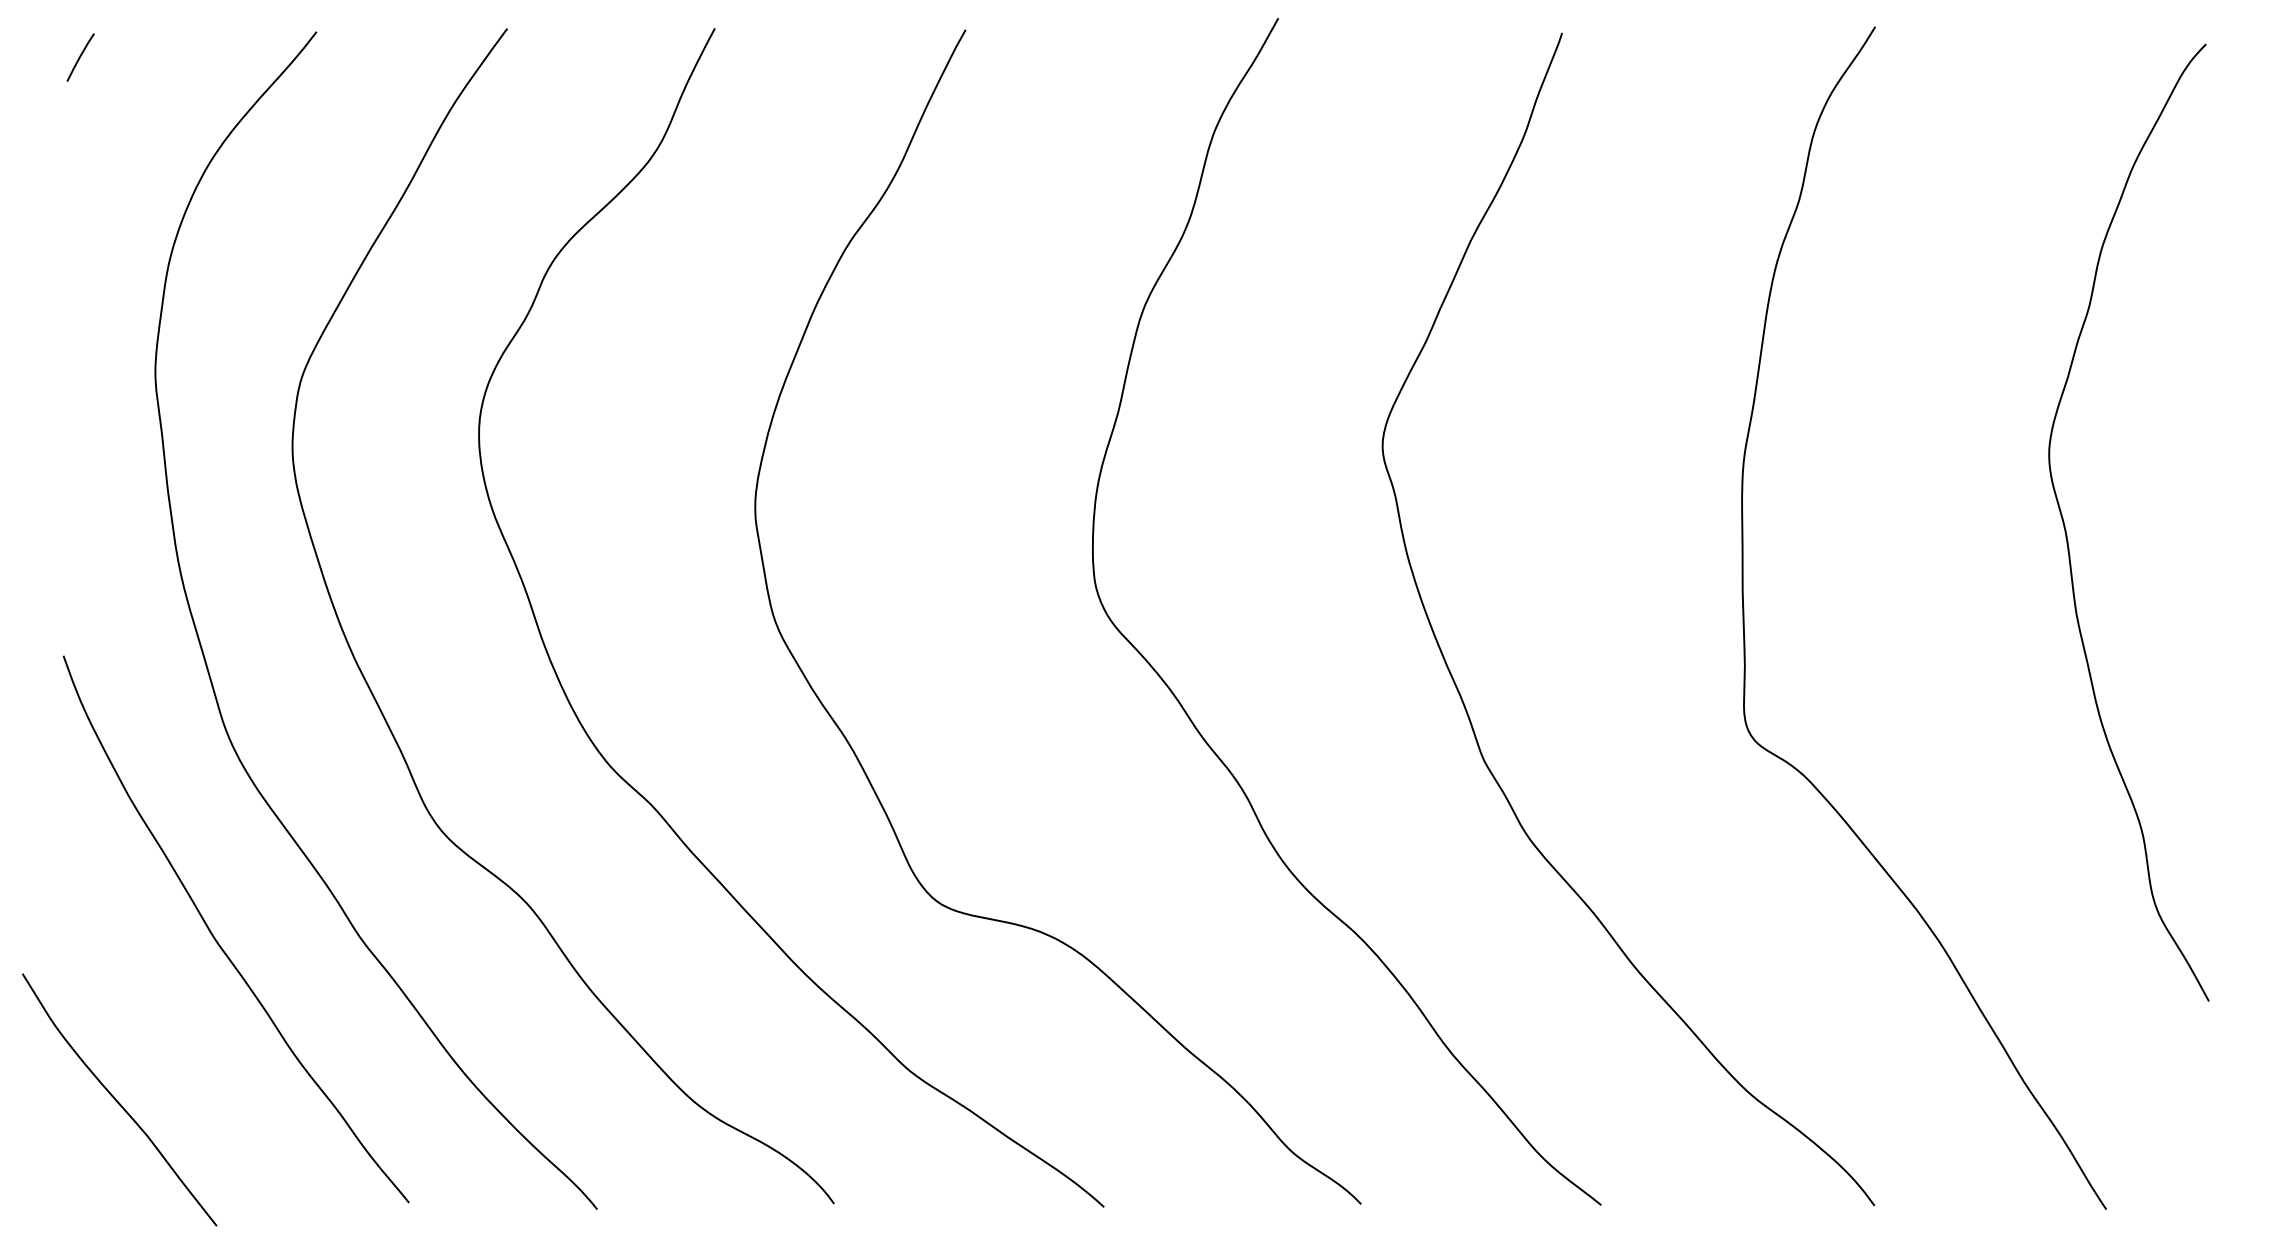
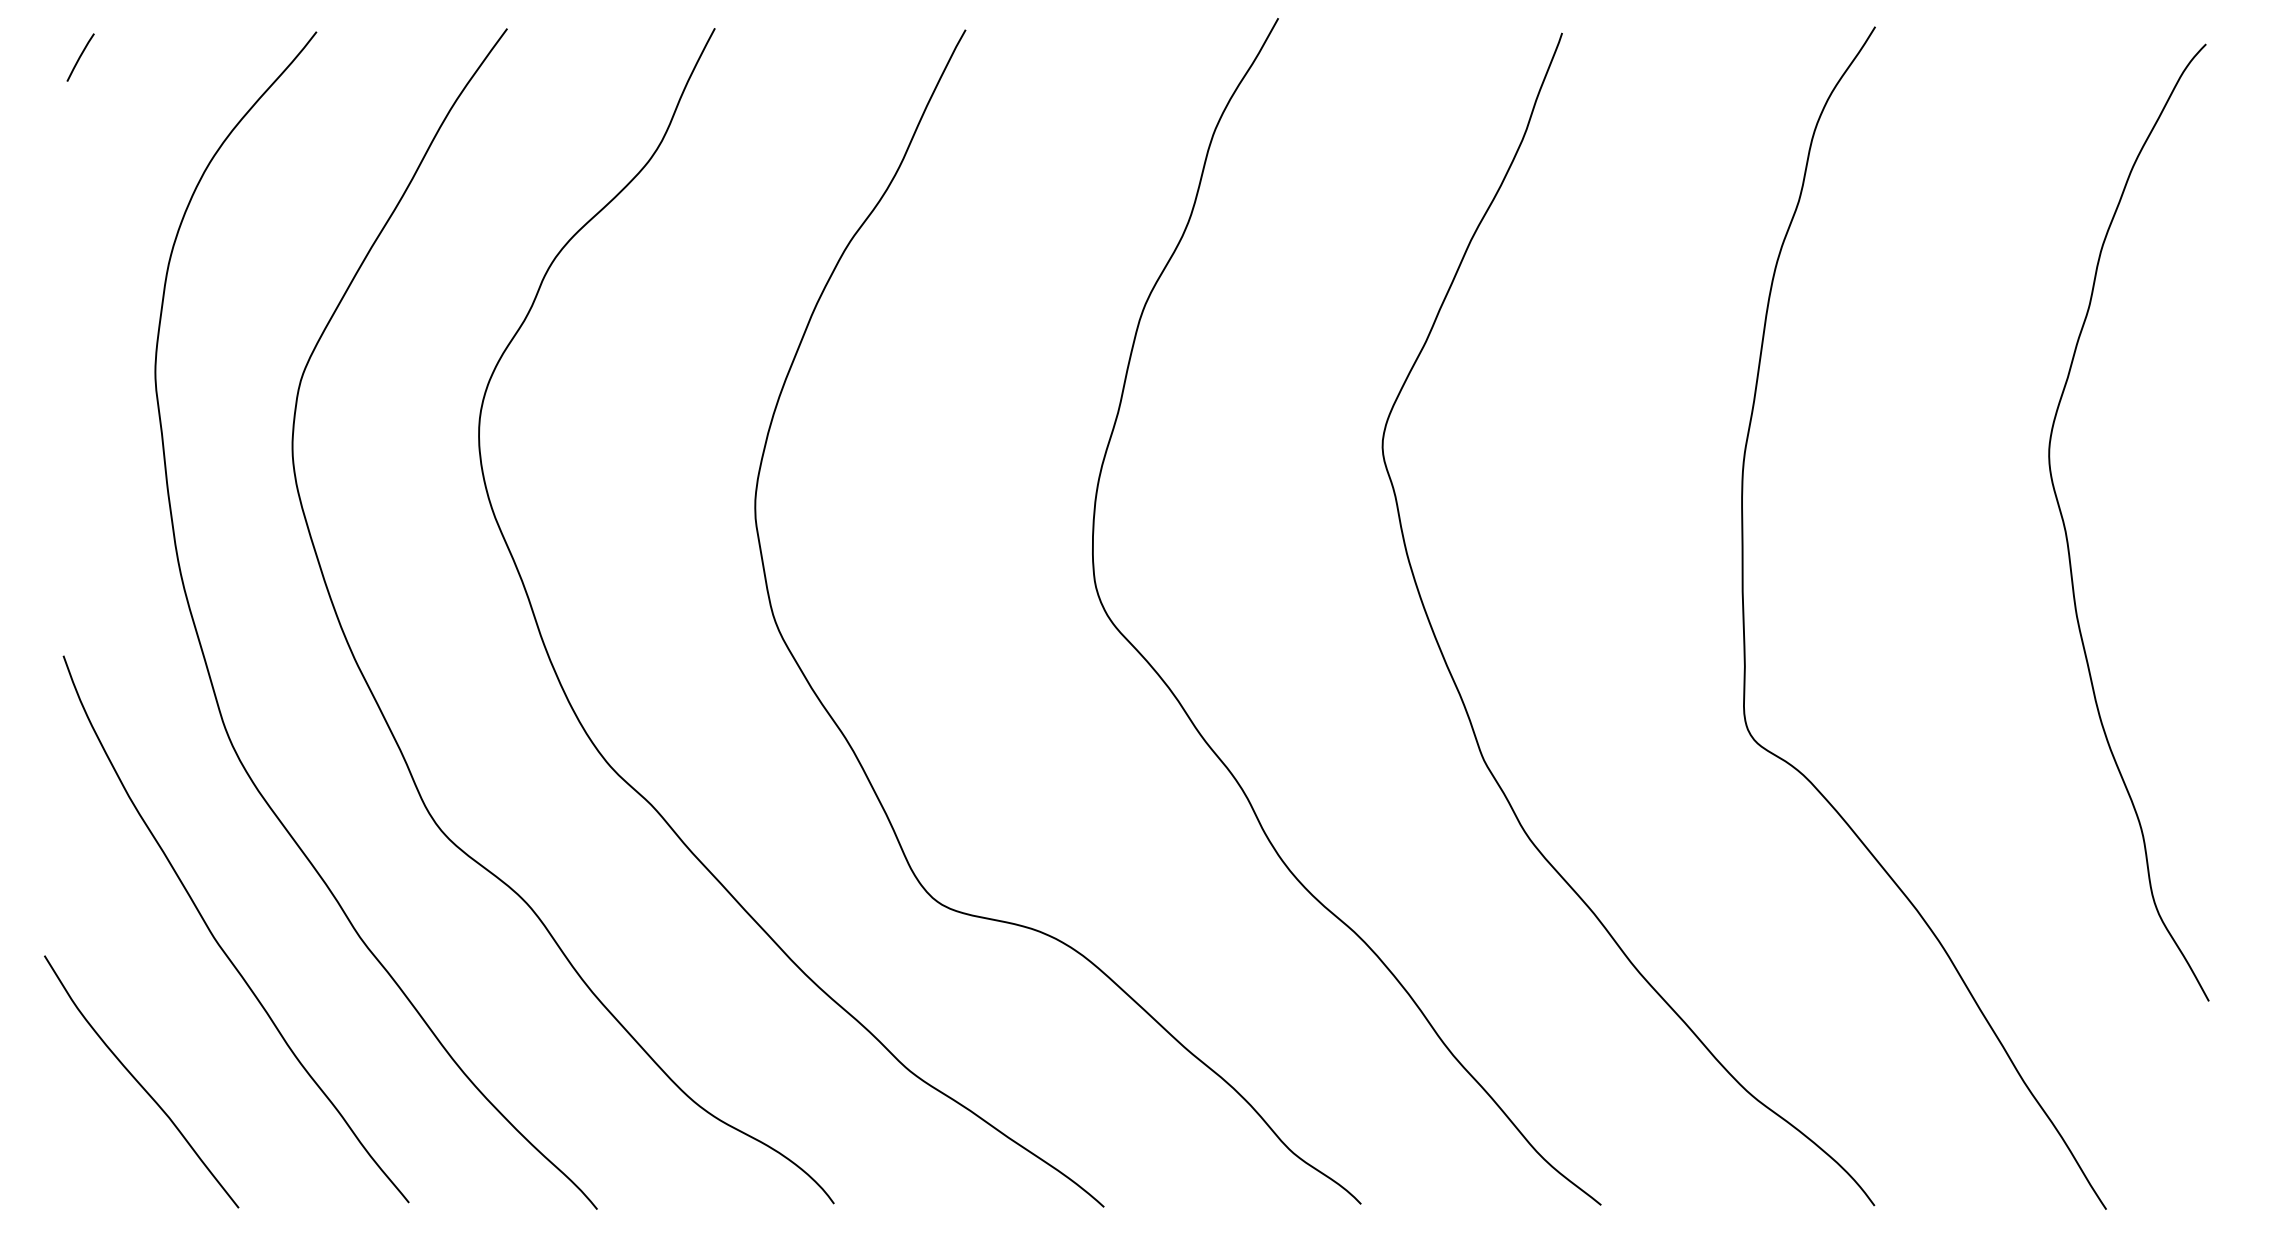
curve at (117, 1100) position: (117, 1100) -> (139, 1082)
